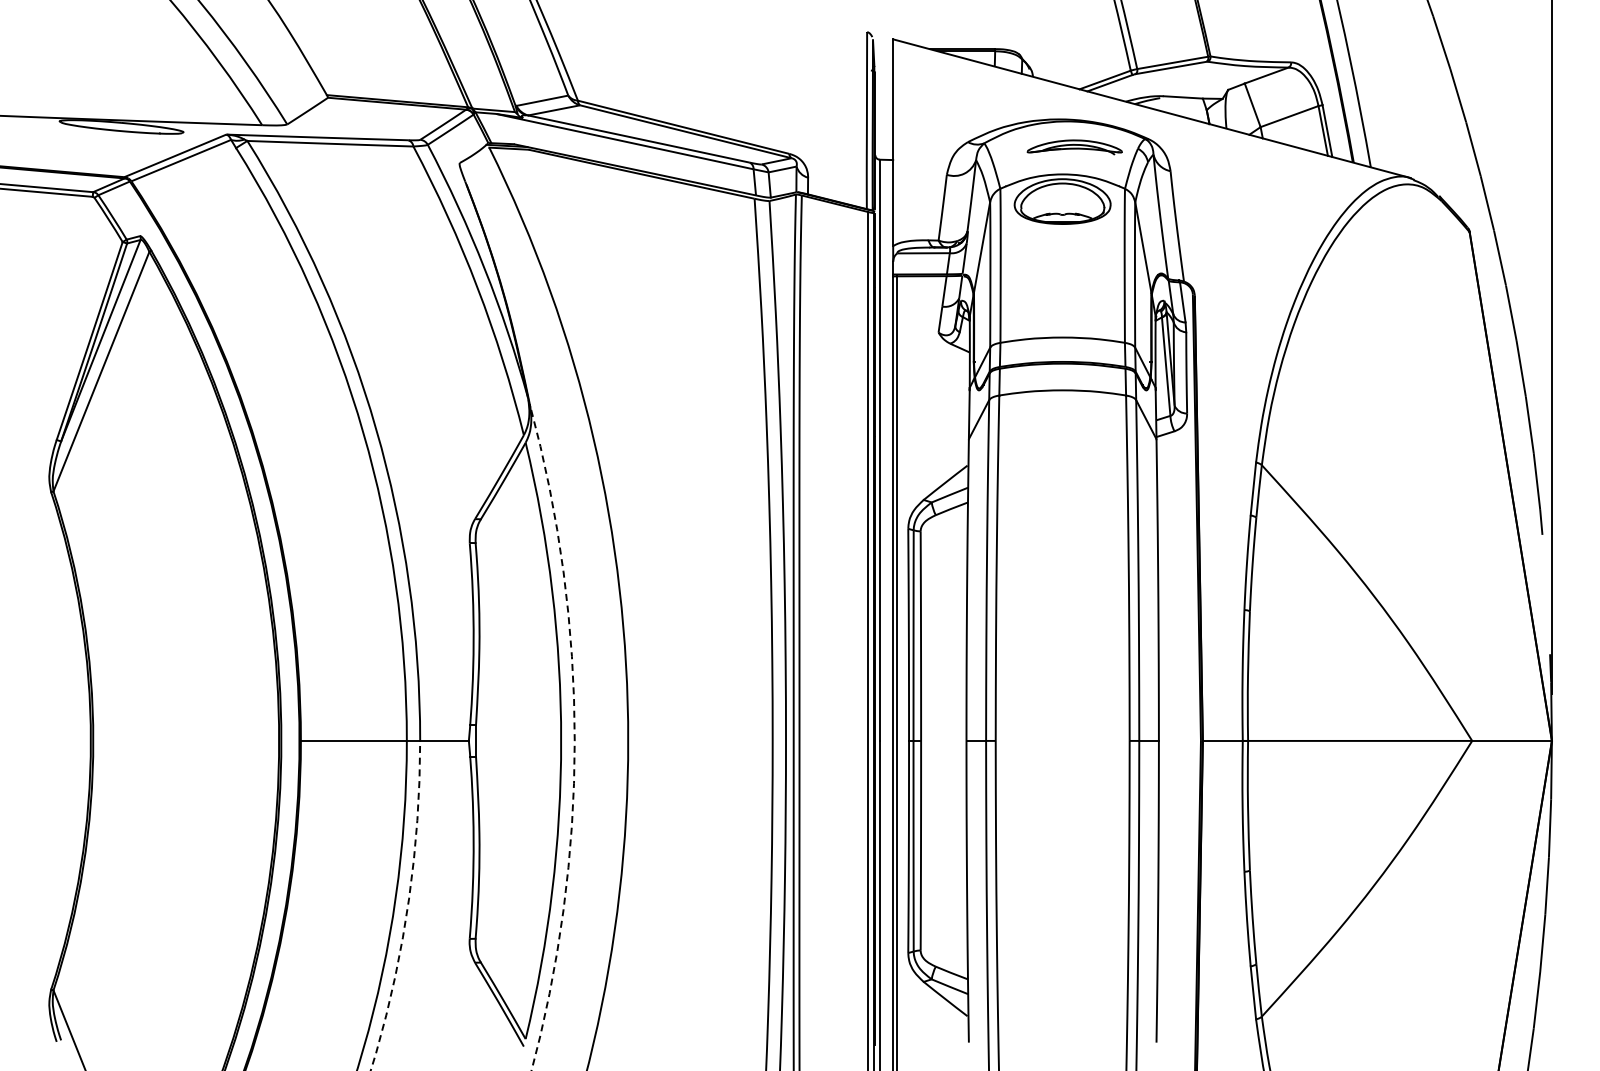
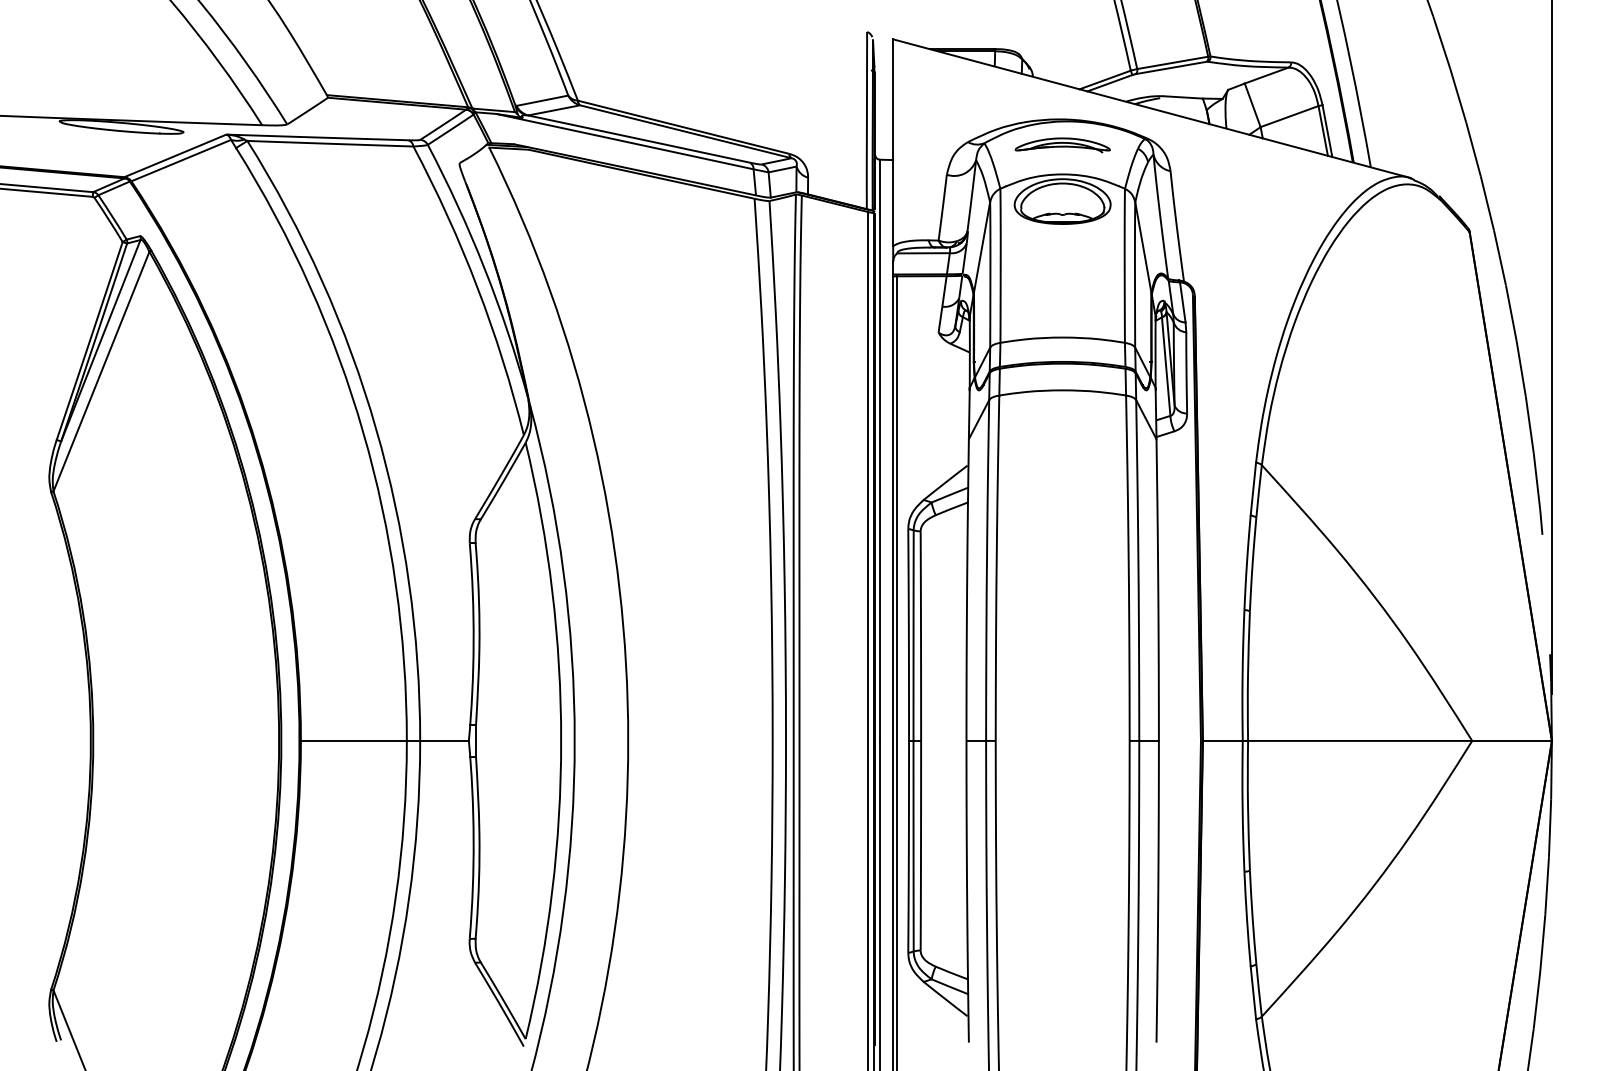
part at (1074, 147) position: (1074, 147) -> (1062, 145)
arc at (574, 738): dashed -> solid
arc at (407, 907): dashed -> solid
